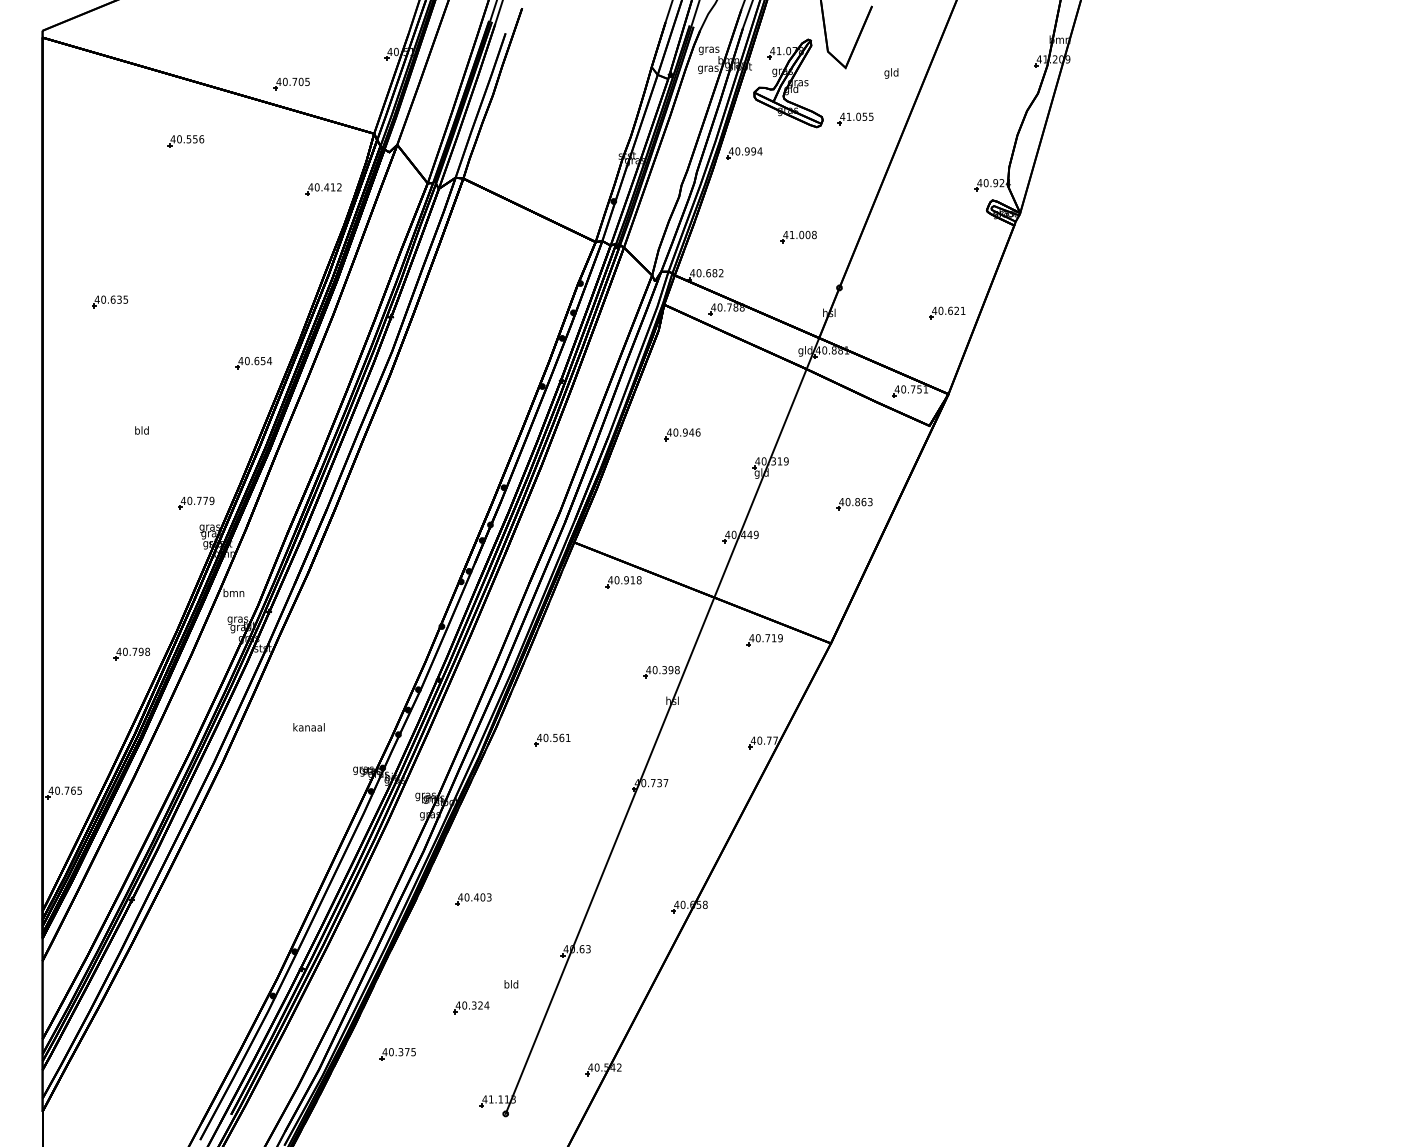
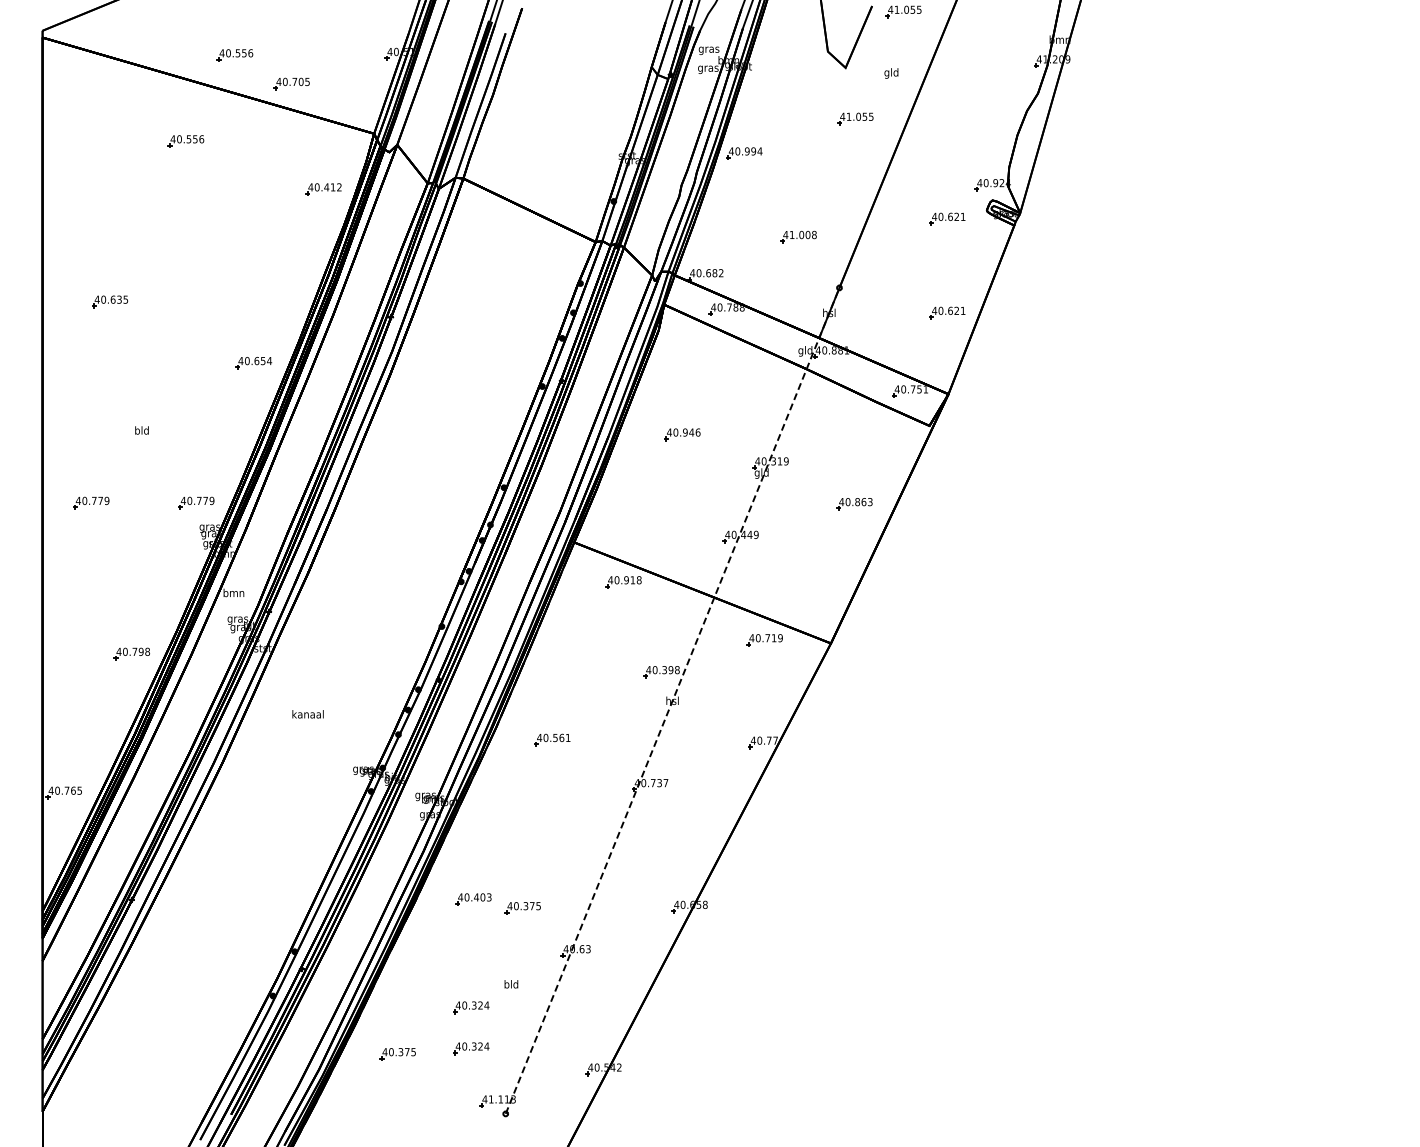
part at (903, 11): none -> present
part at (234, 55): none -> present
part at (788, 83): present -> none
part at (947, 218): none -> present
part at (91, 502): none -> present
line at (672, 700): solid -> dashed
text at (308, 727) position: (308, 727) -> (307, 714)
part at (522, 908): none -> present
part at (471, 1048): none -> present
